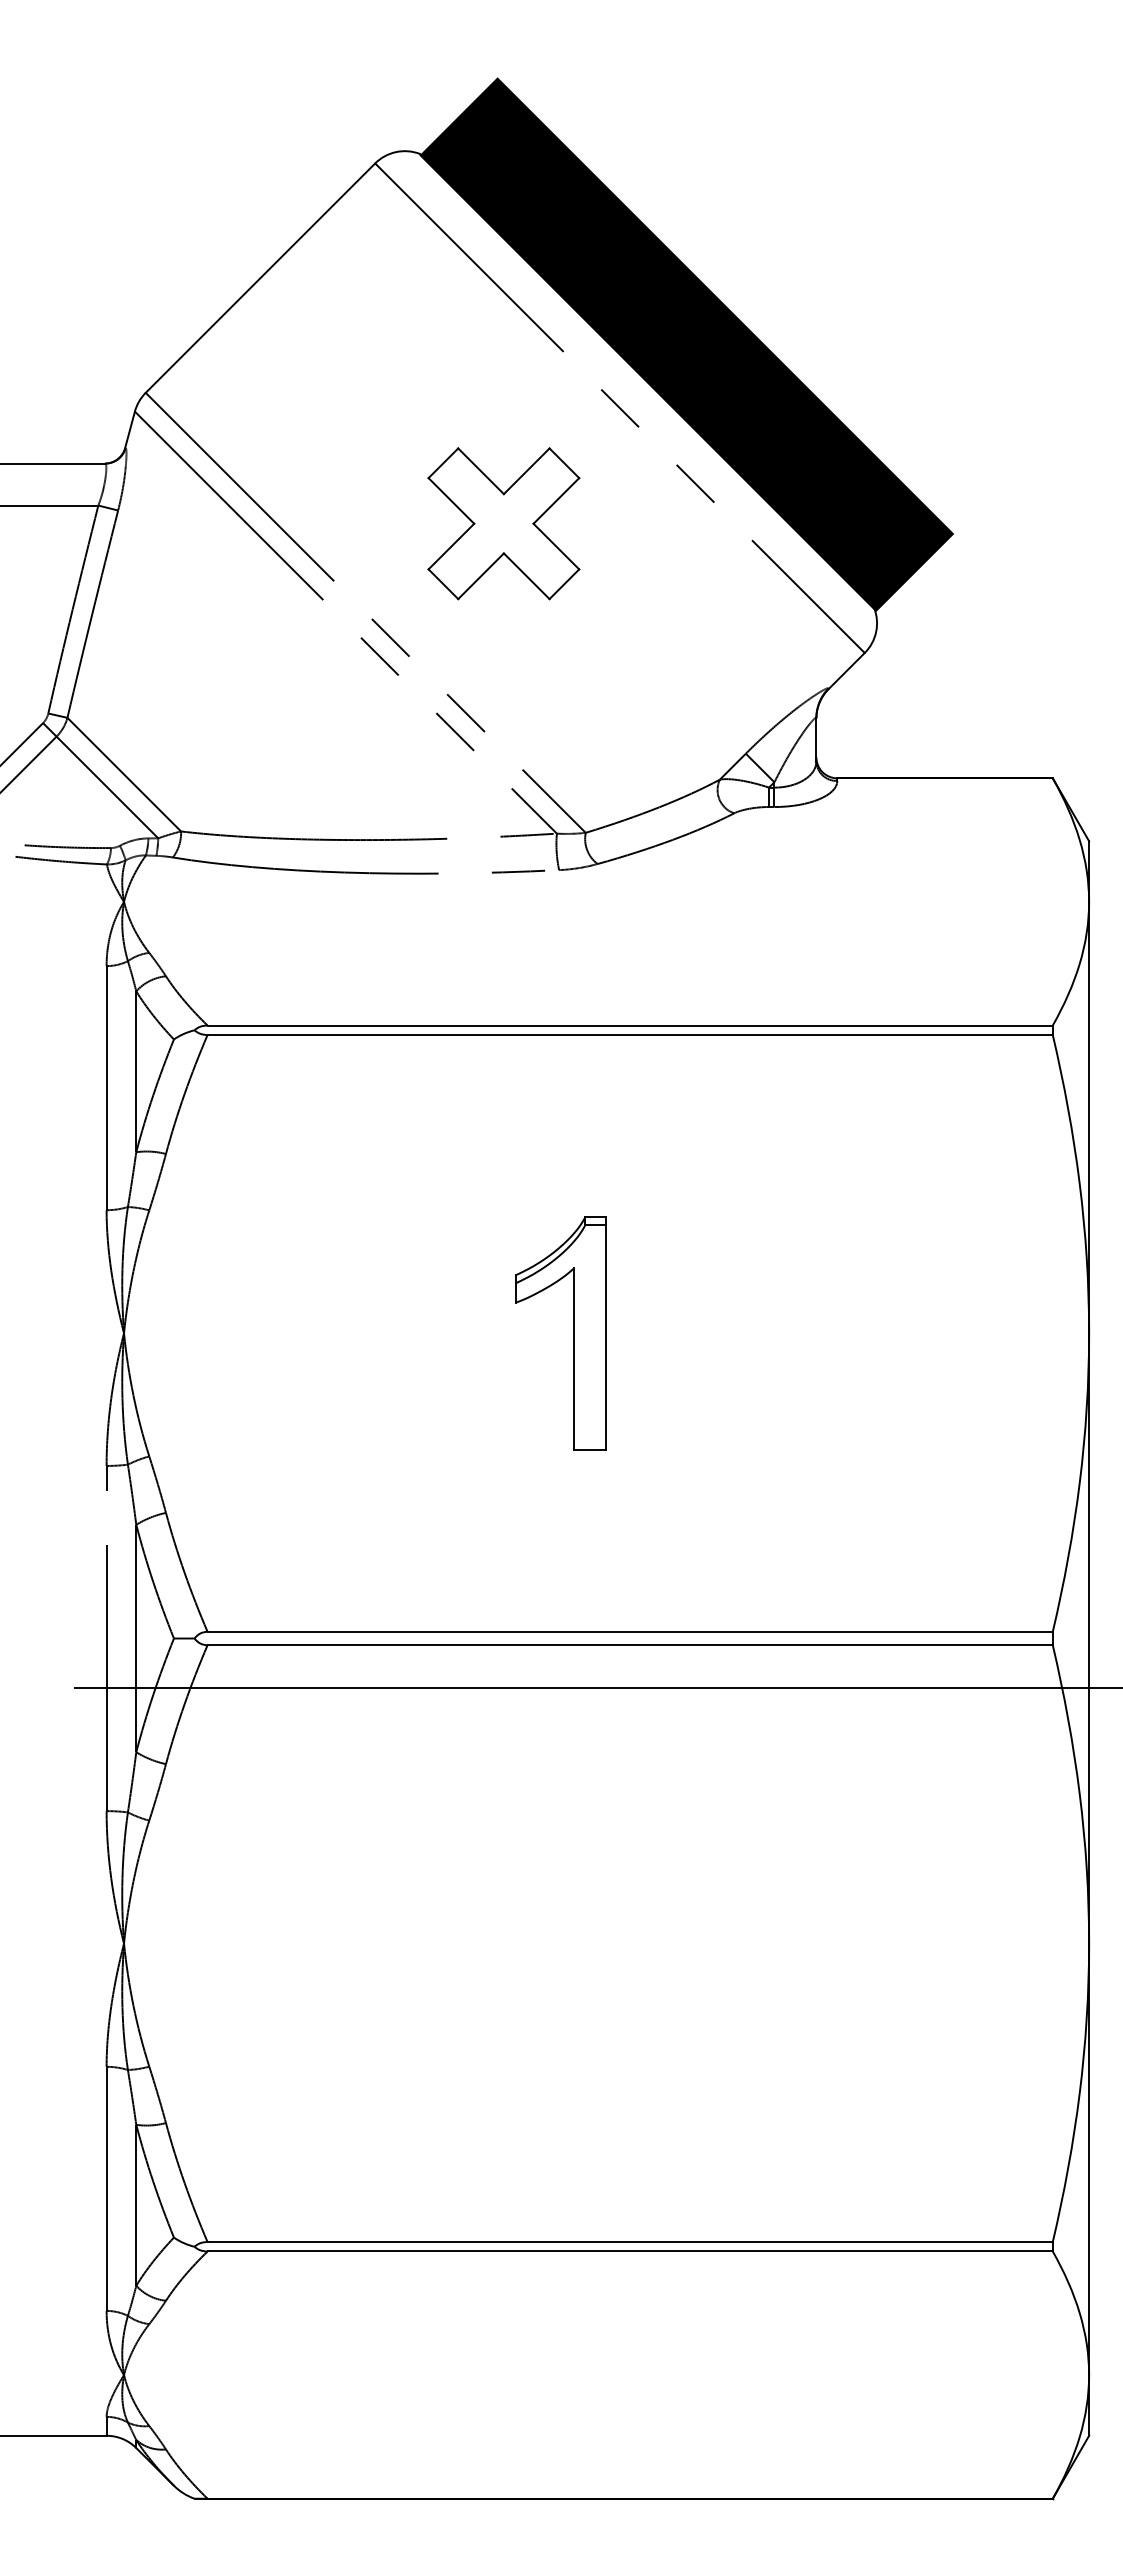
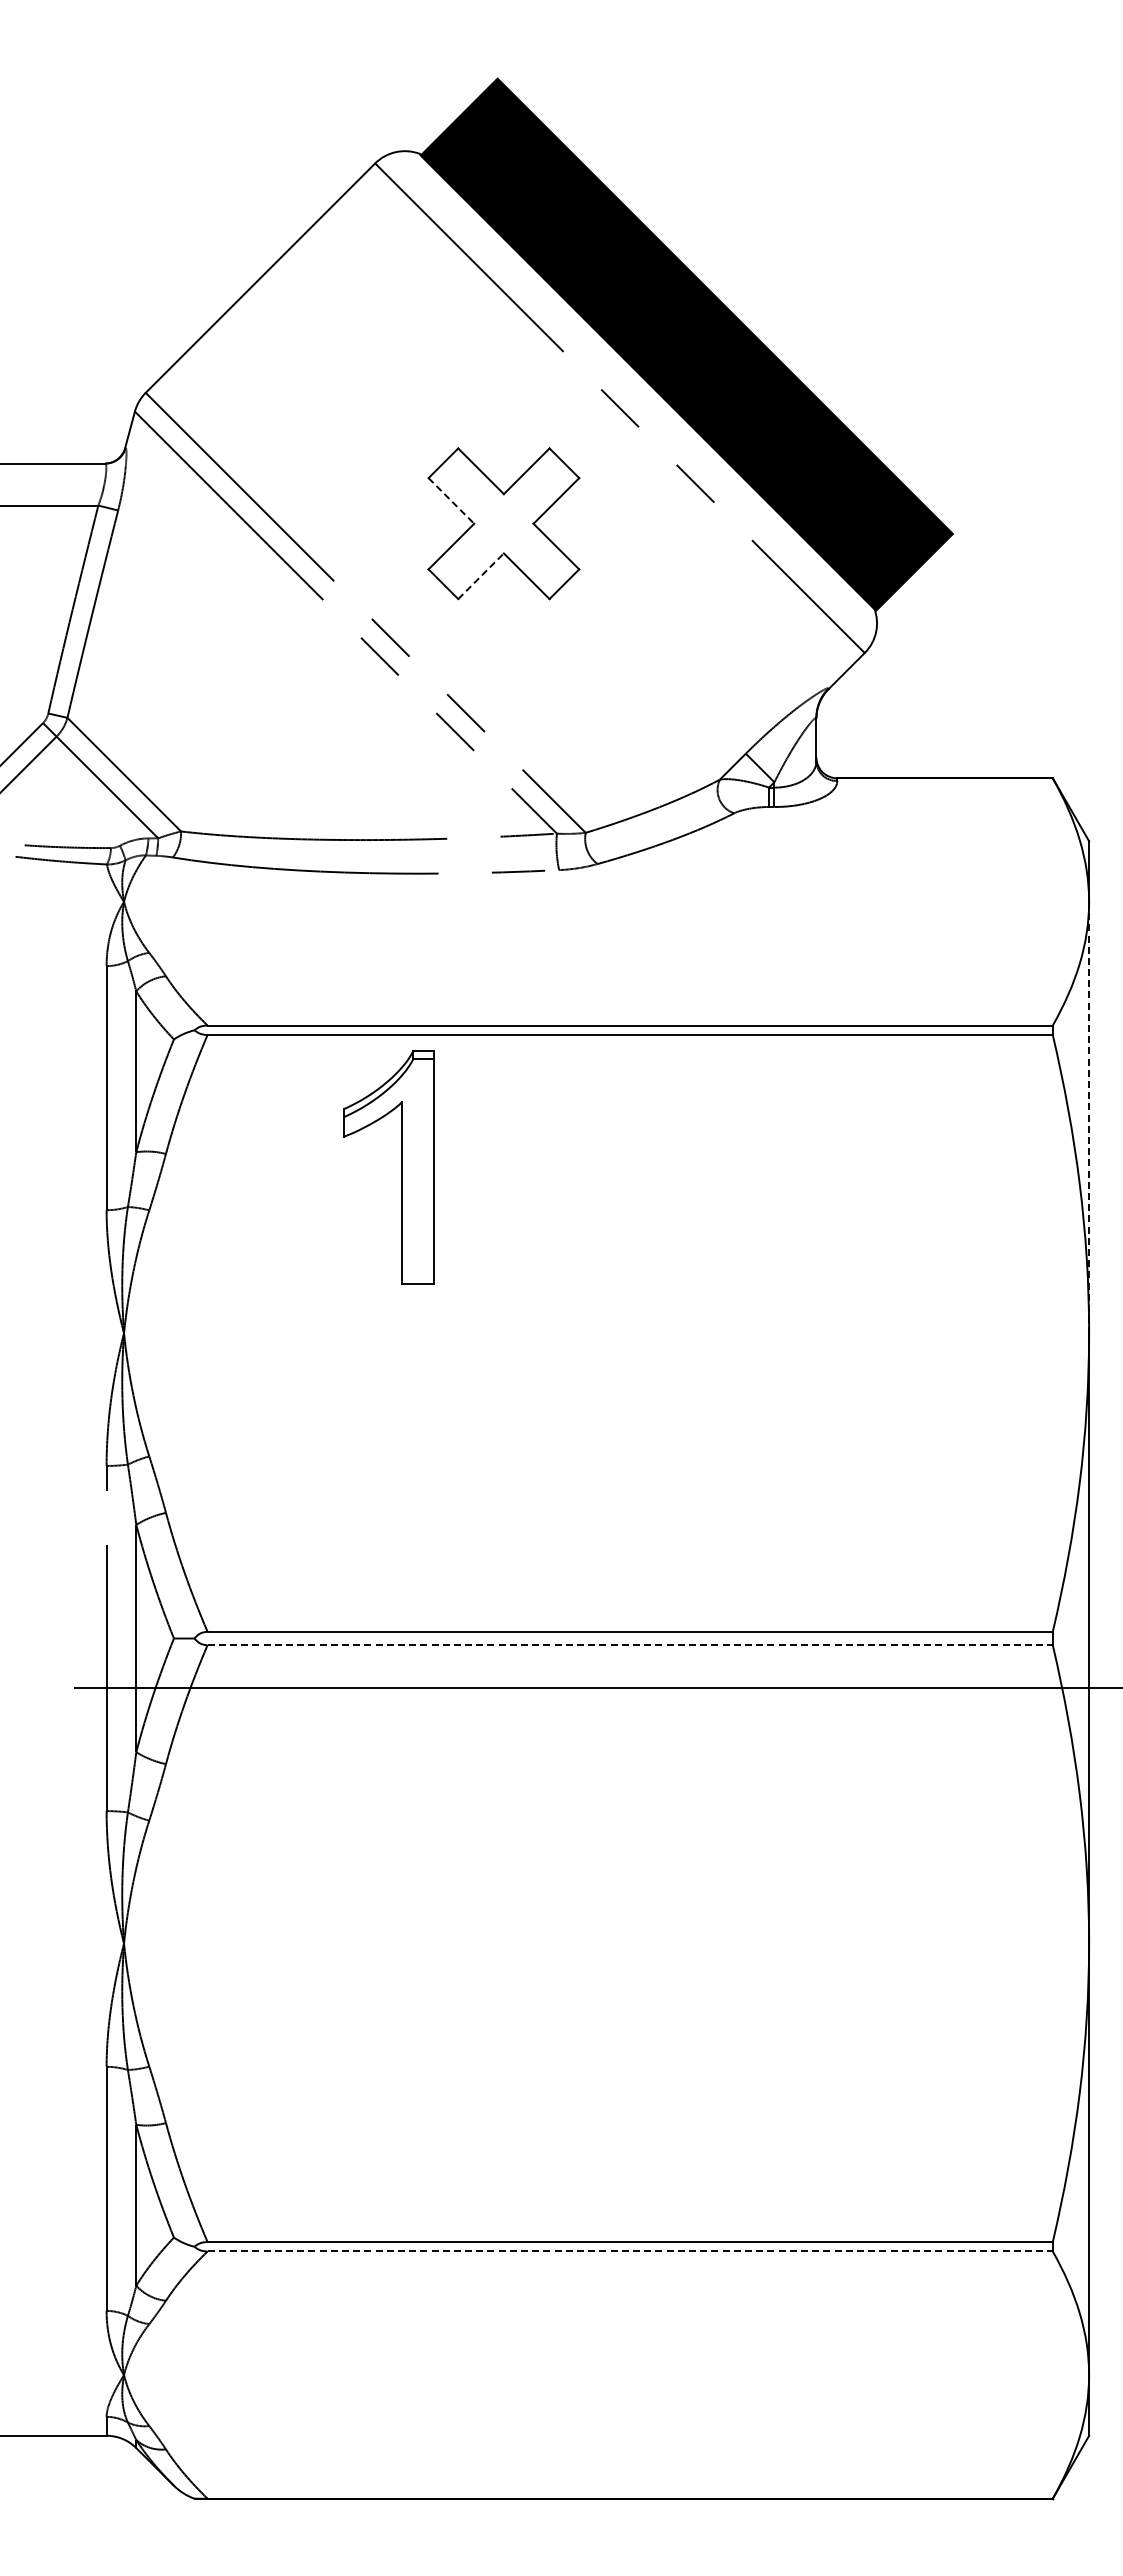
line at (451, 501): solid -> dashed
line at (481, 575): solid -> dashed
line at (1089, 1117): solid -> dashed
part at (573, 1333) position: (573, 1333) -> (401, 1167)
line at (630, 1645): solid -> dashed
line at (630, 2251): solid -> dashed
